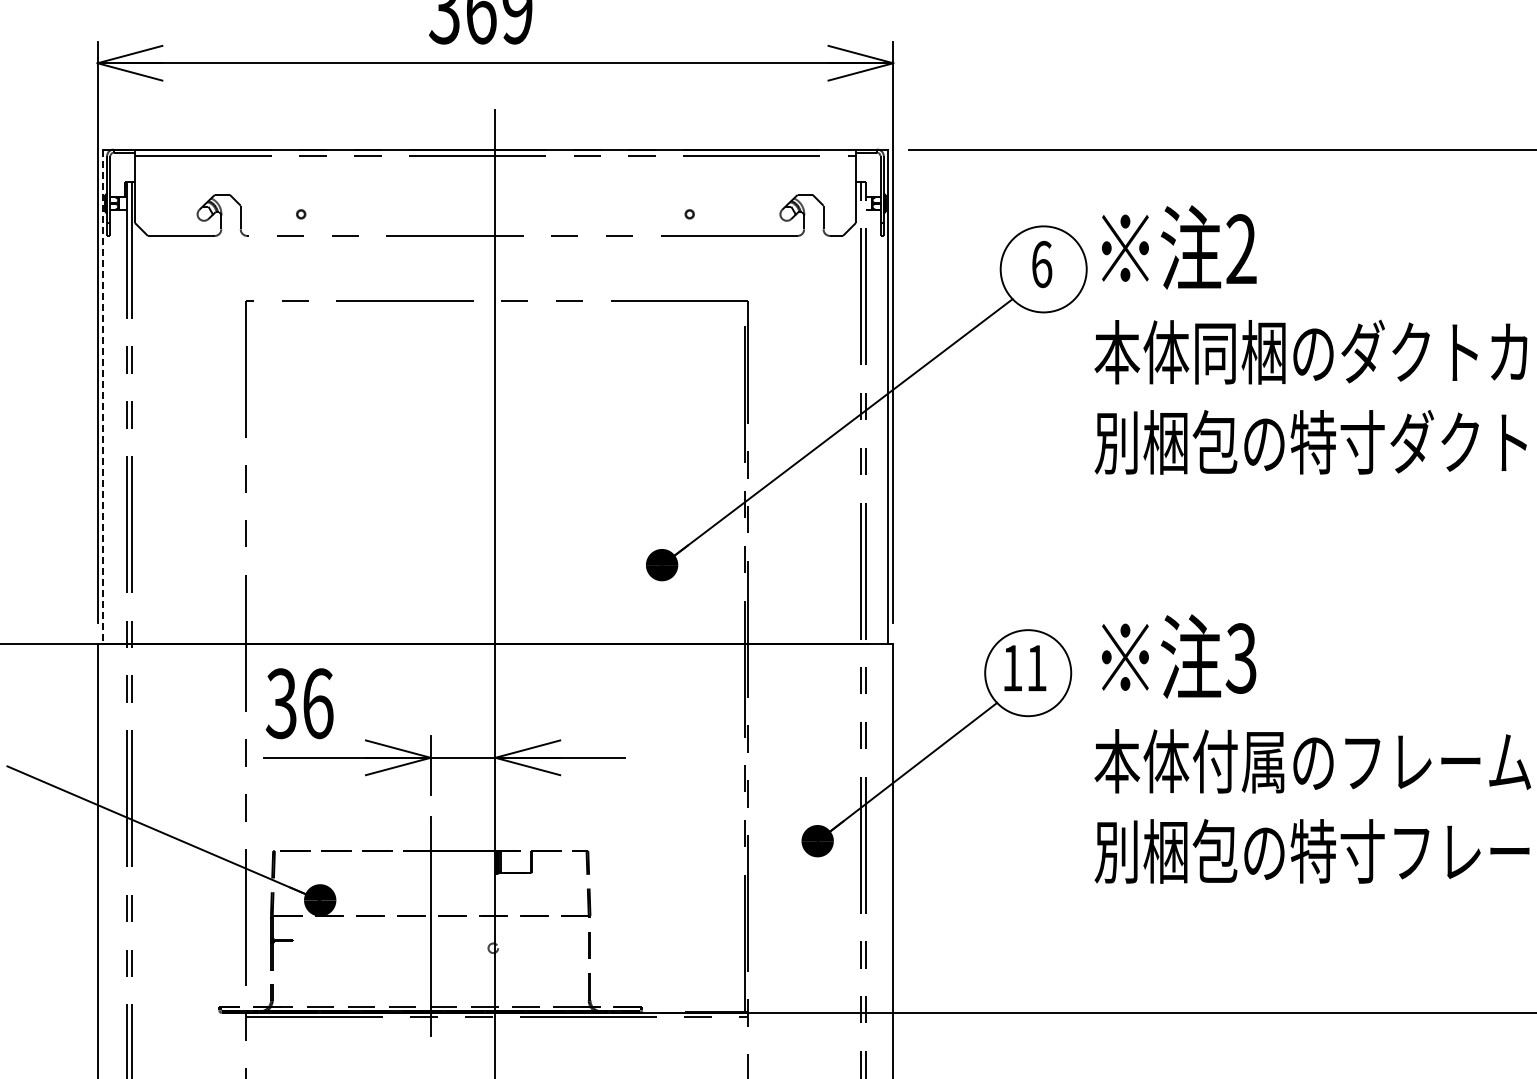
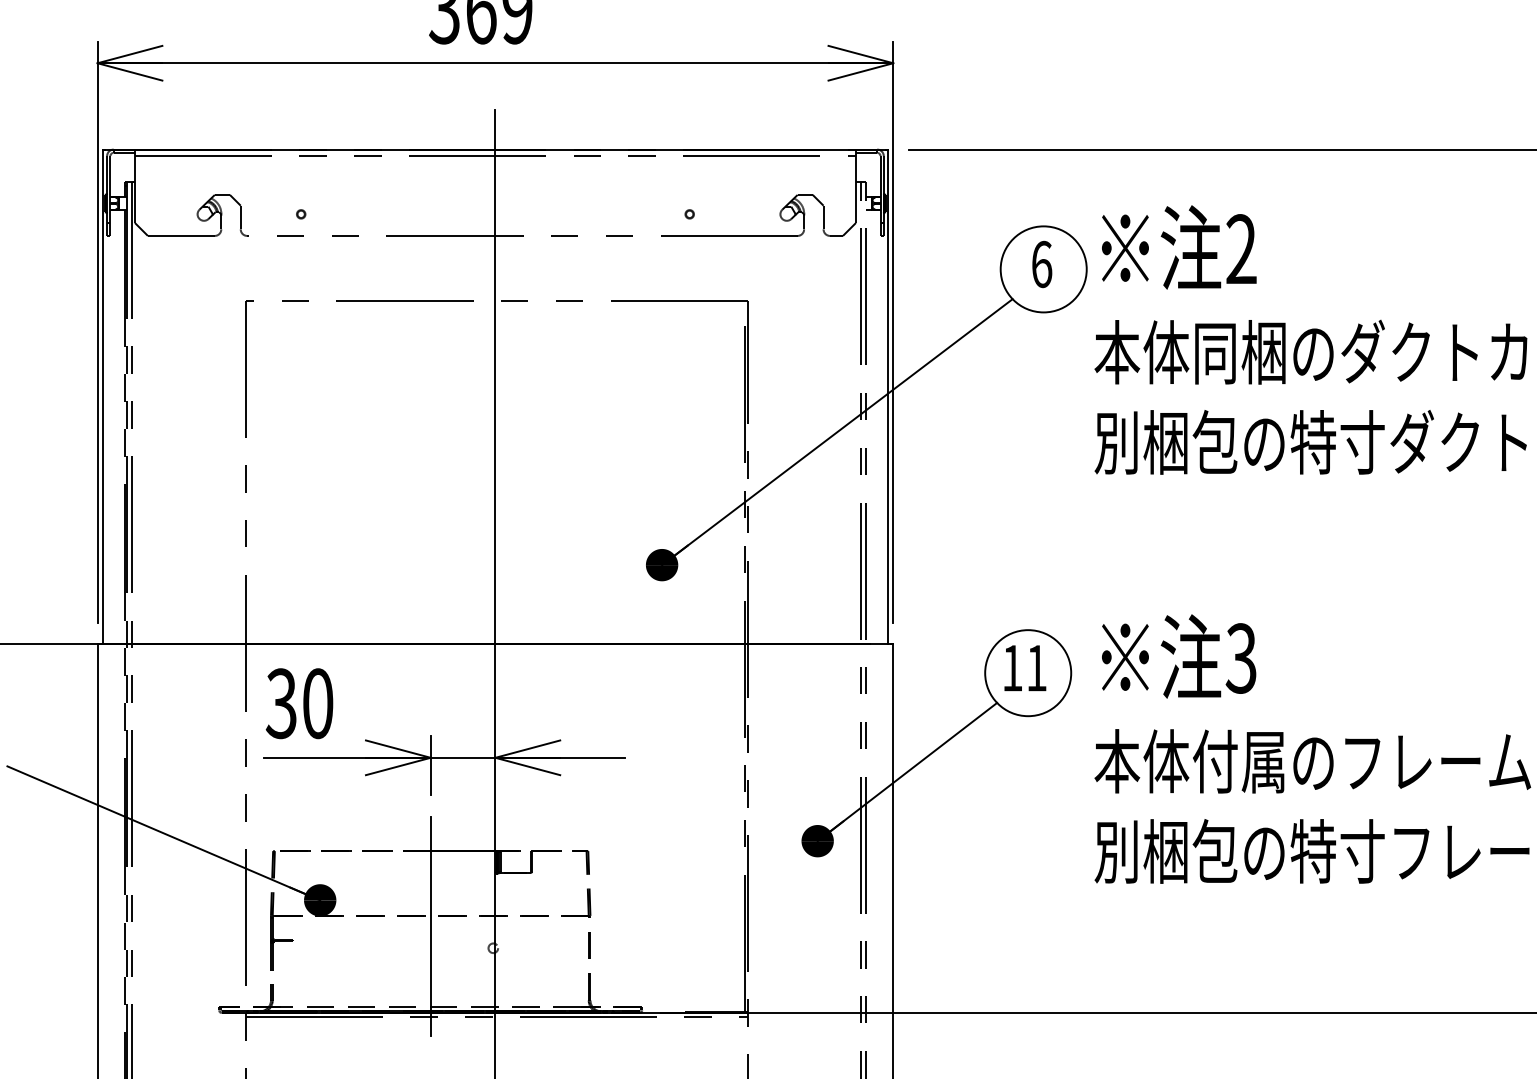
line at (103, 397): dashed -> solid
line at (124, 642): none -> present
text at (318, 703): 36 -> 30
